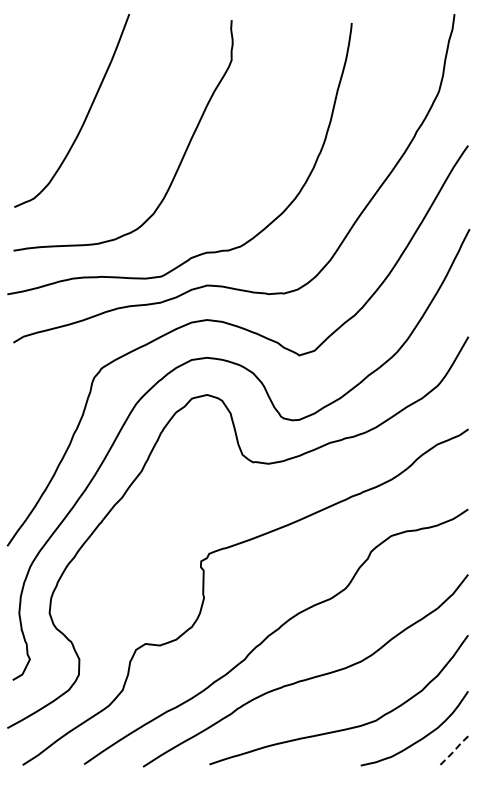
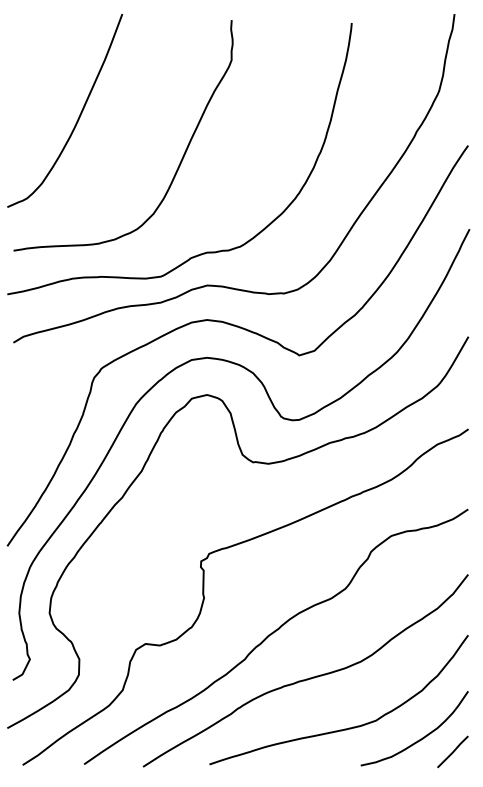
curve at (85, 116) position: (85, 116) -> (78, 116)
line at (452, 752): dashed -> solid
